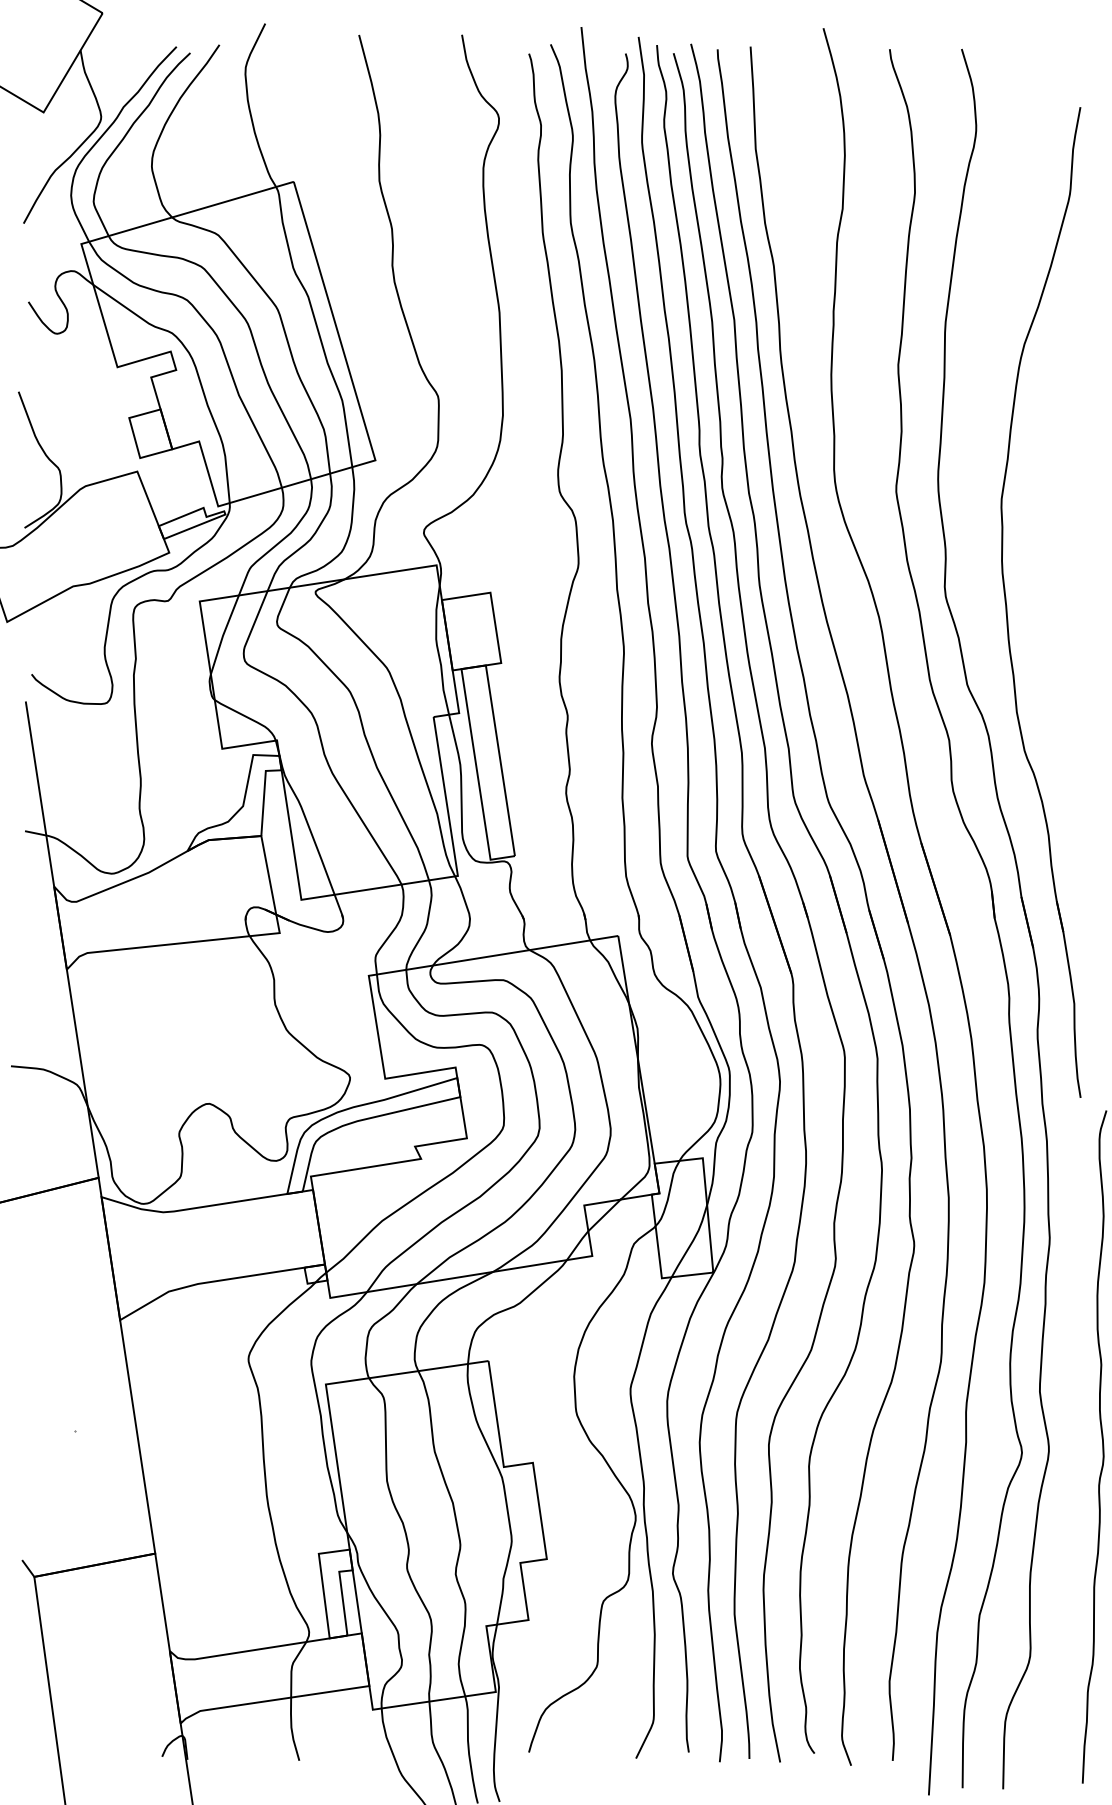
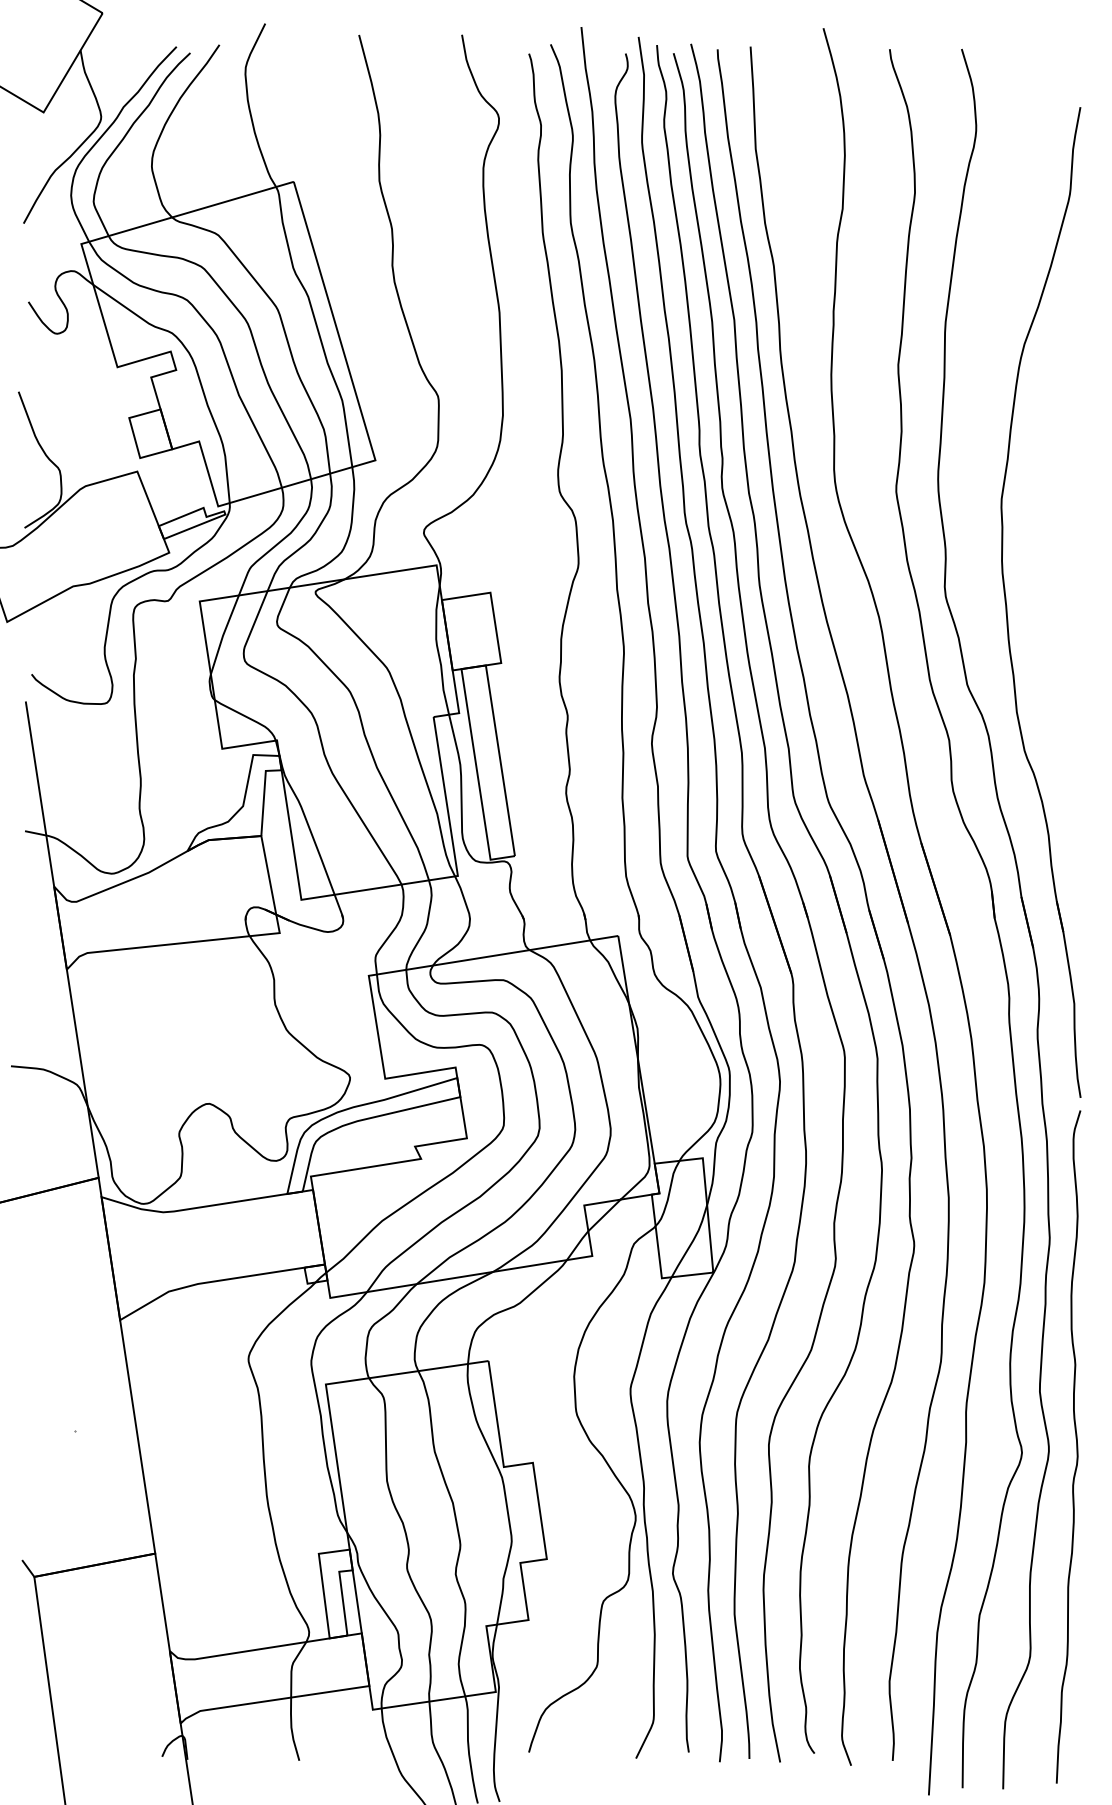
curve at (1102, 1446) position: (1102, 1446) -> (1076, 1446)
